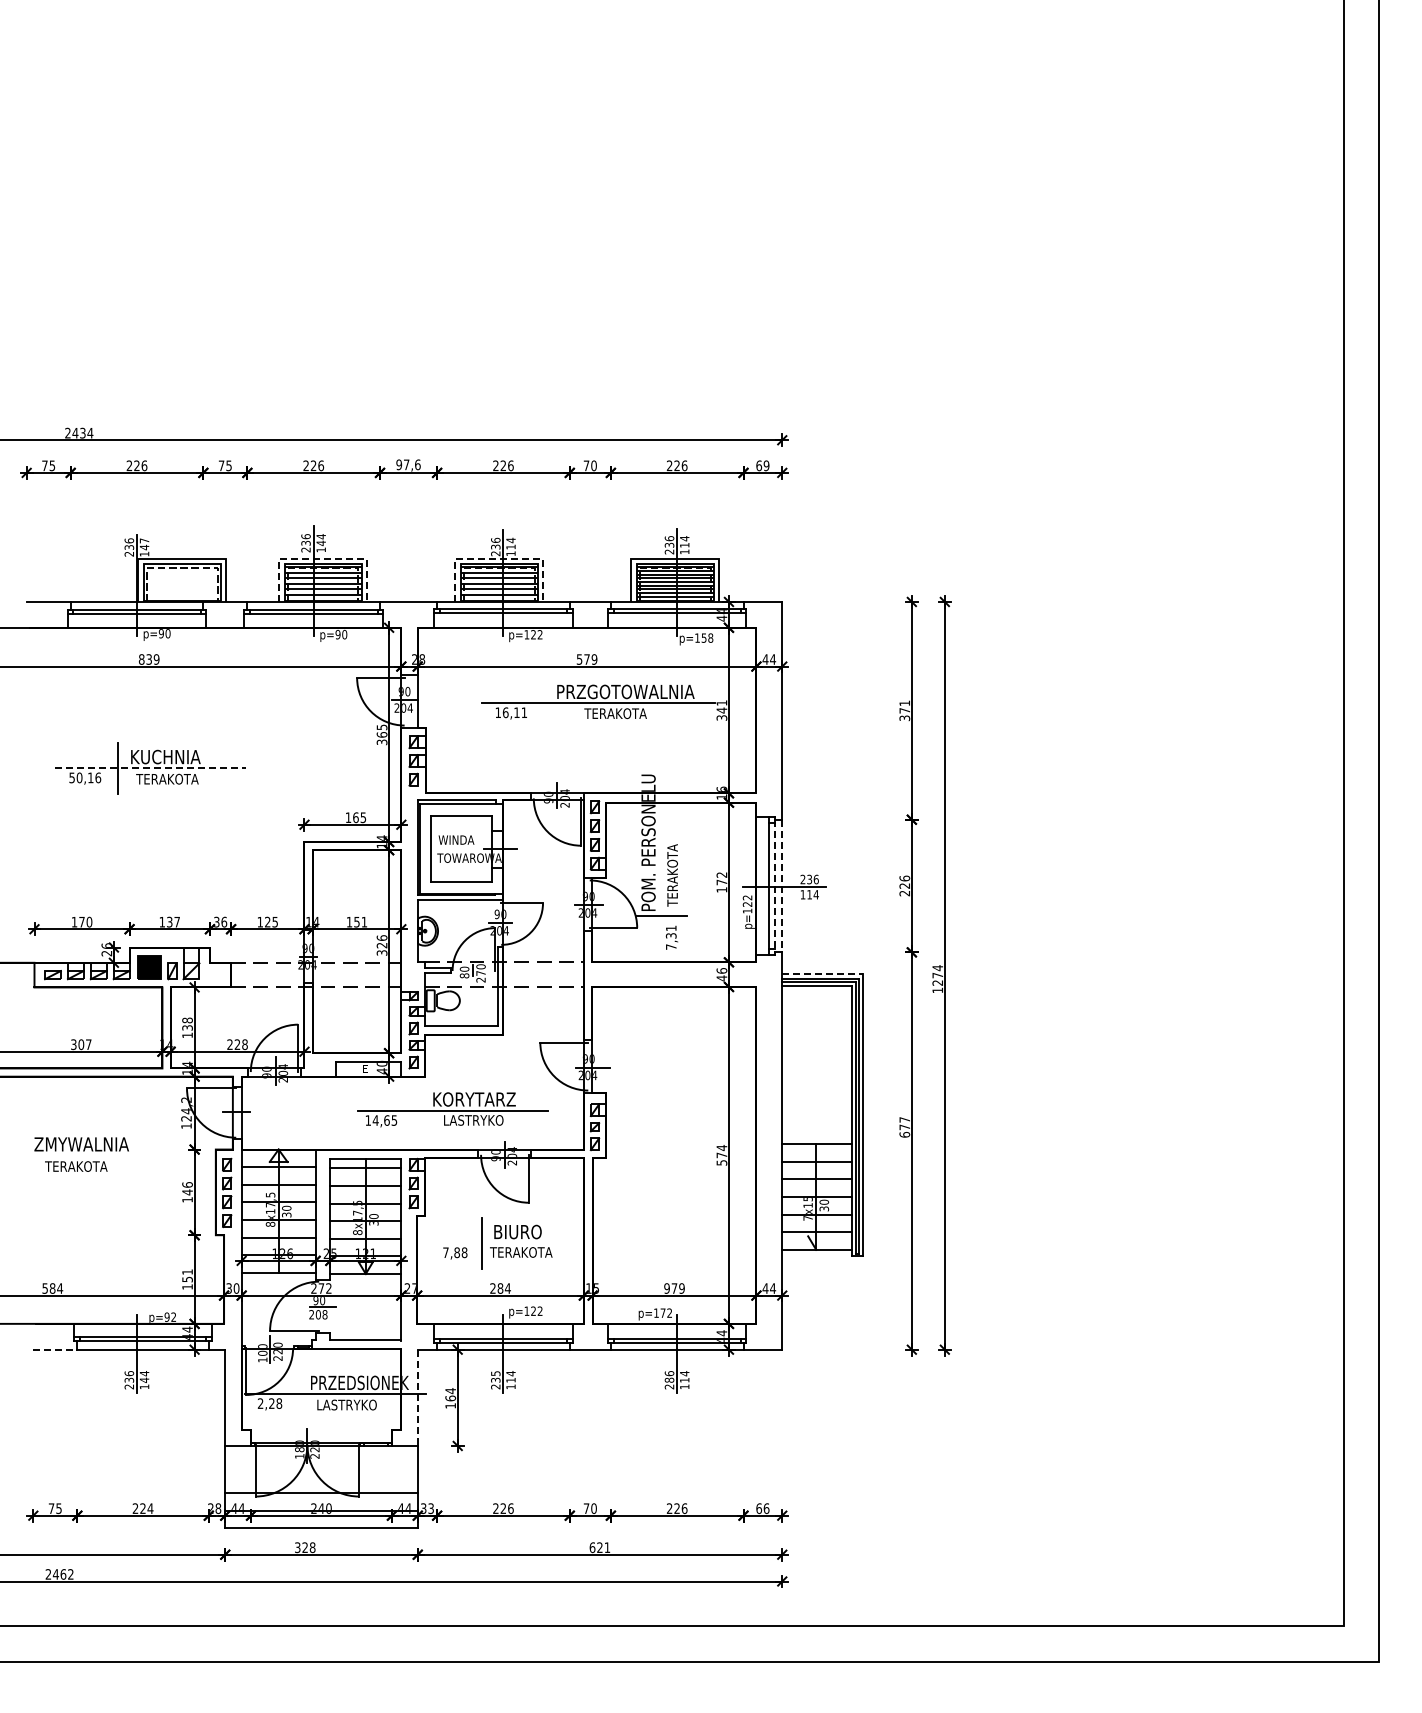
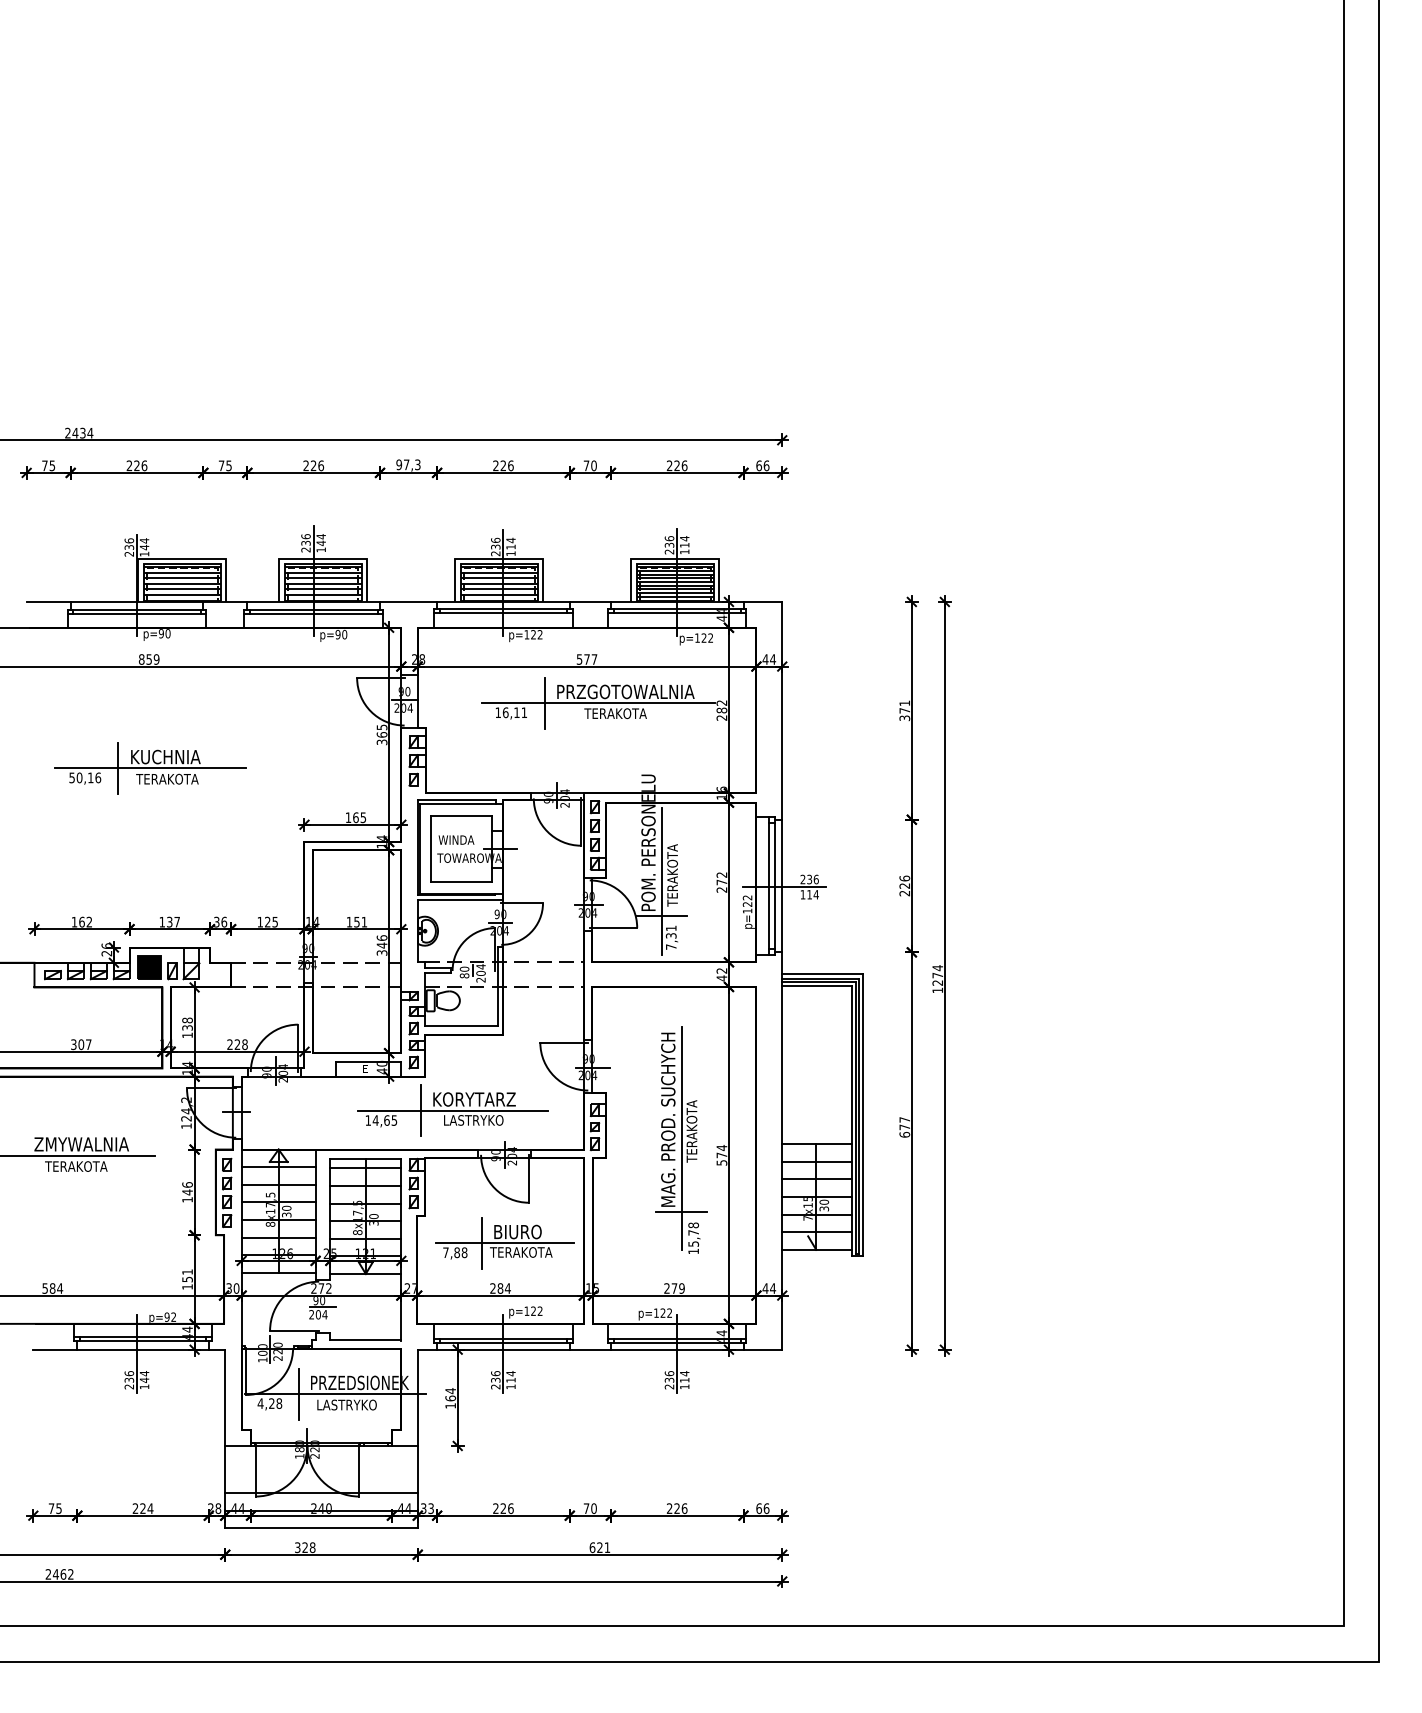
text at (417, 464): 97,6 -> 97,3
text at (766, 465): 69 -> 66
text at (144, 540): 147 -> 144
line at (323, 559): dashed -> solid
line at (499, 559): dashed -> solid
hatch at (182, 581): none -> present
text at (707, 637): p=158 -> p=122
text at (148, 658): 839 -> 859
text at (594, 659): 579 -> 577
line at (544, 702): none -> present
text at (721, 710): 341 -> 282
line at (151, 768): dashed -> solid
line at (661, 881): none -> present
line at (775, 886): dashed -> solid
line at (782, 886): dashed -> solid
text at (721, 889): 172 -> 272
text at (85, 921): 170 -> 162
text at (381, 945): 326 -> 346
text at (480, 969): 270 -> 204
text at (721, 970): 46 -> 42
line at (823, 974): dashed -> solid
line at (420, 1110): none -> present
part at (681, 1139): none -> present
line at (78, 1155): none -> present
line at (504, 1243): none -> present
text at (666, 1288): 979 -> 279
text at (662, 1312): p=172 -> p=122
text at (324, 1314): 208 -> 204
line at (55, 1349): dashed -> solid
text at (495, 1373): 235 -> 236
text at (669, 1379): 286 -> 236
line at (298, 1393): none -> present
line at (417, 1398): dashed -> solid
text at (260, 1403): 2,28 -> 4,28
